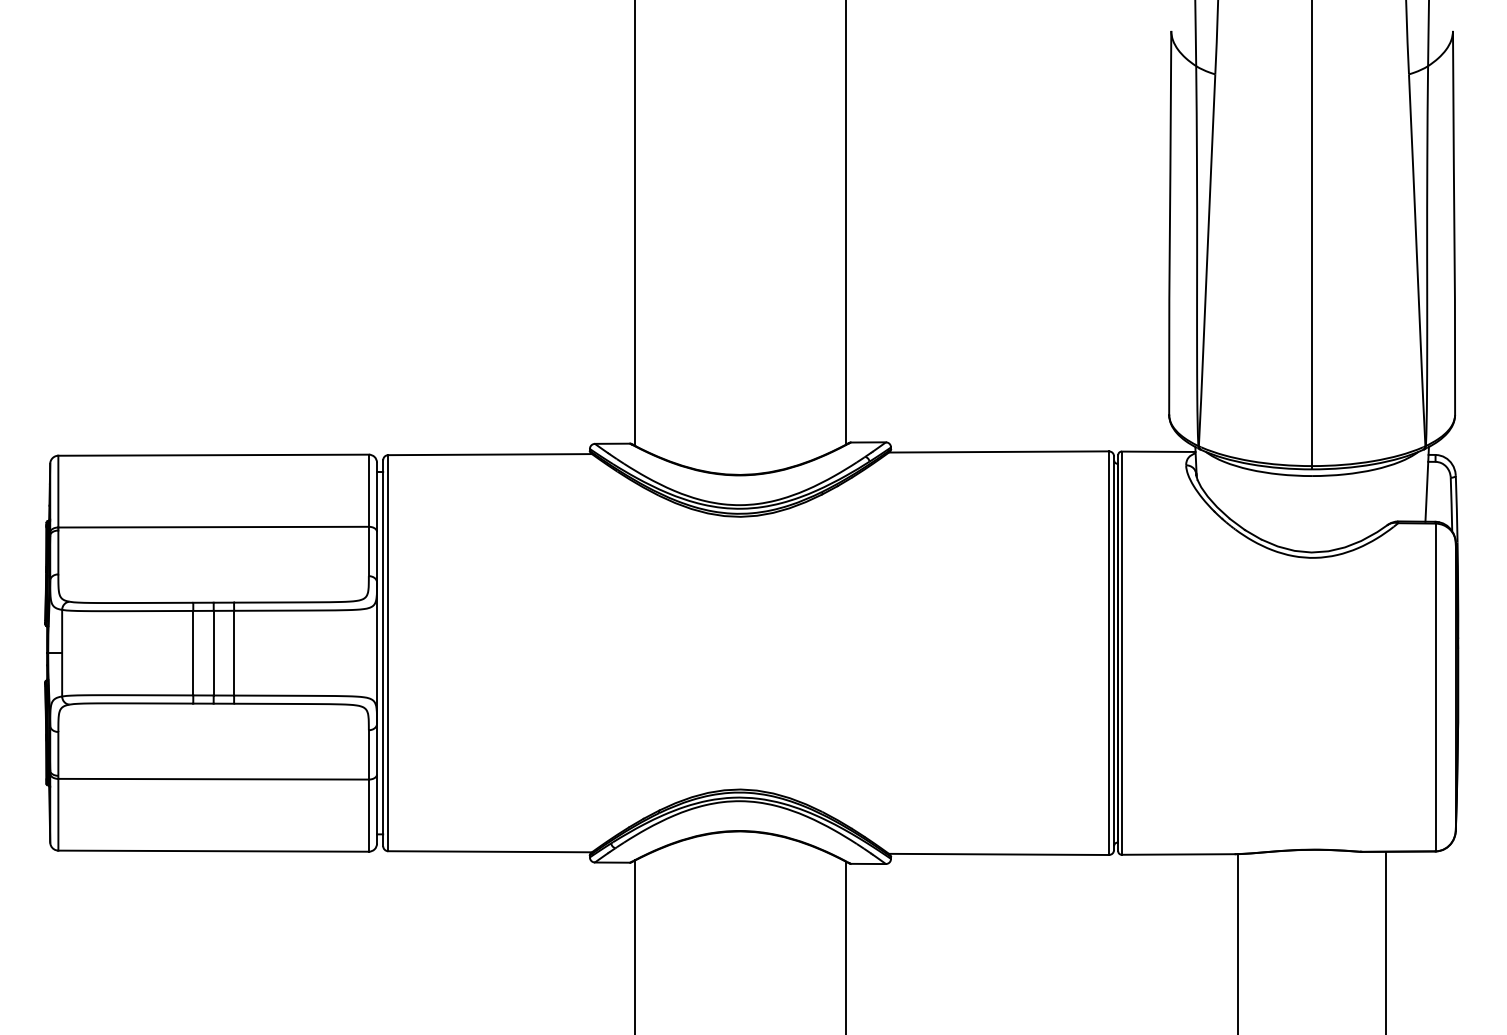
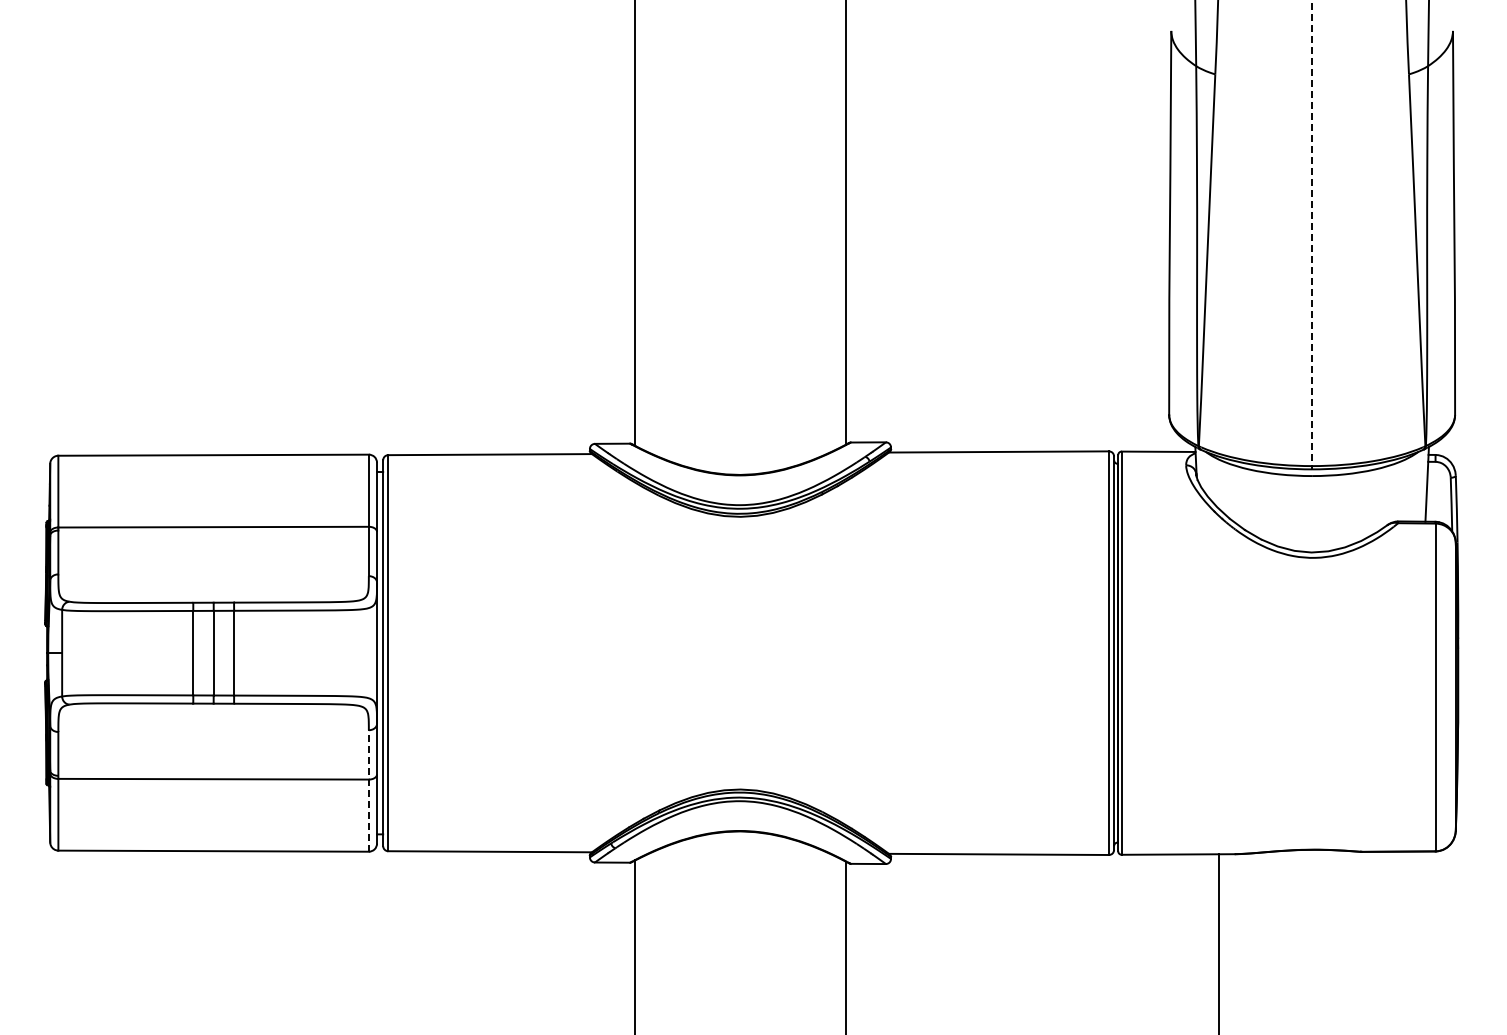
line at (1312, 233): solid -> dashed
line at (368, 790): solid -> dashed
line at (1386, 941): present -> none
line at (1238, 942) position: (1238, 942) -> (1219, 942)
